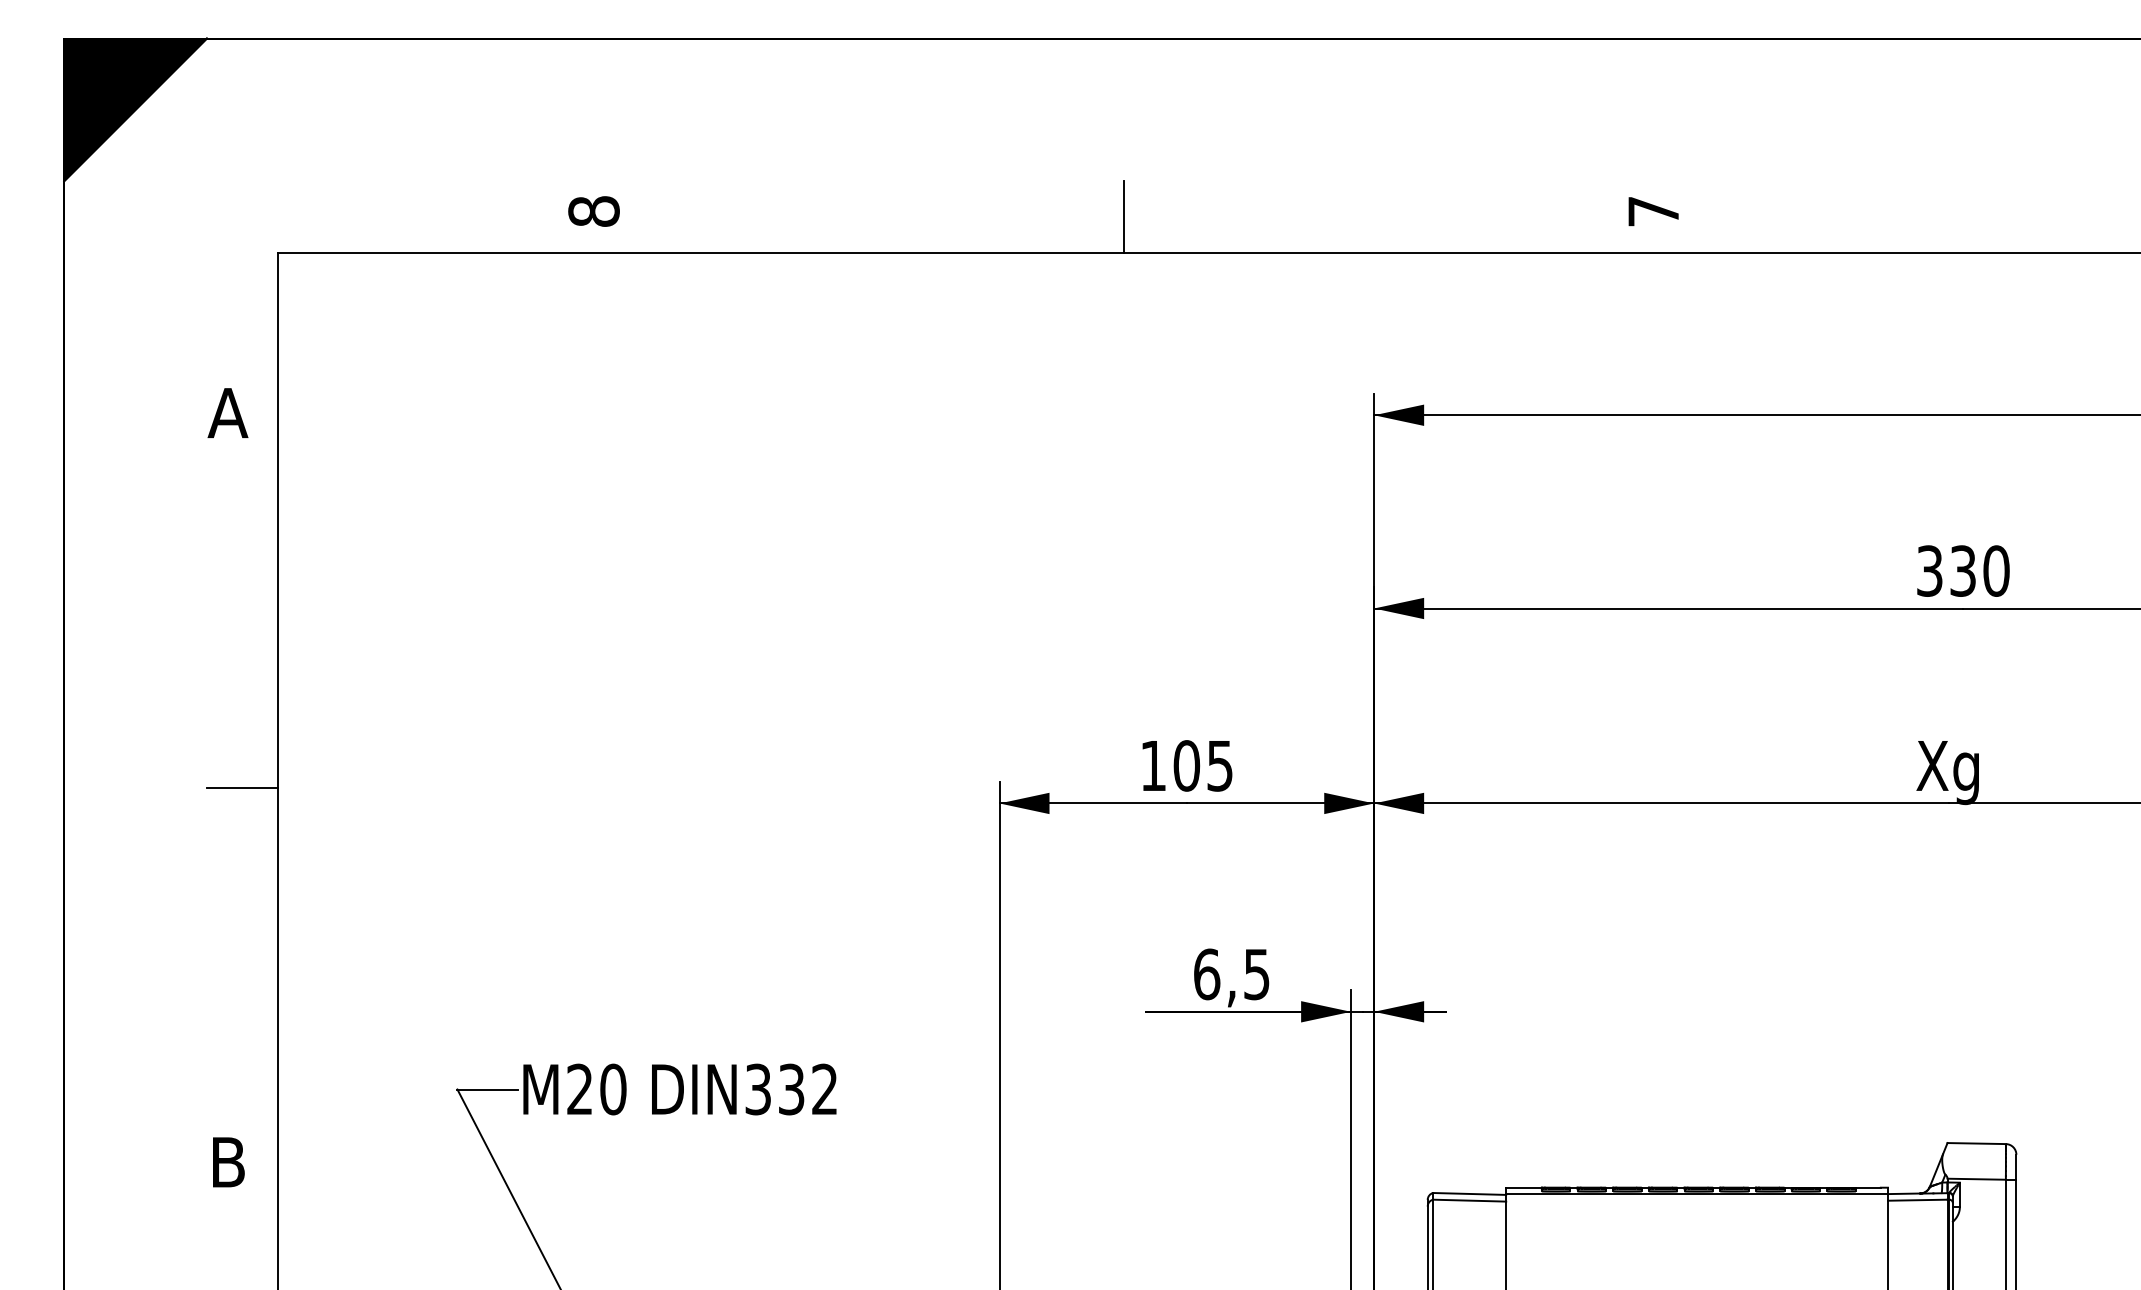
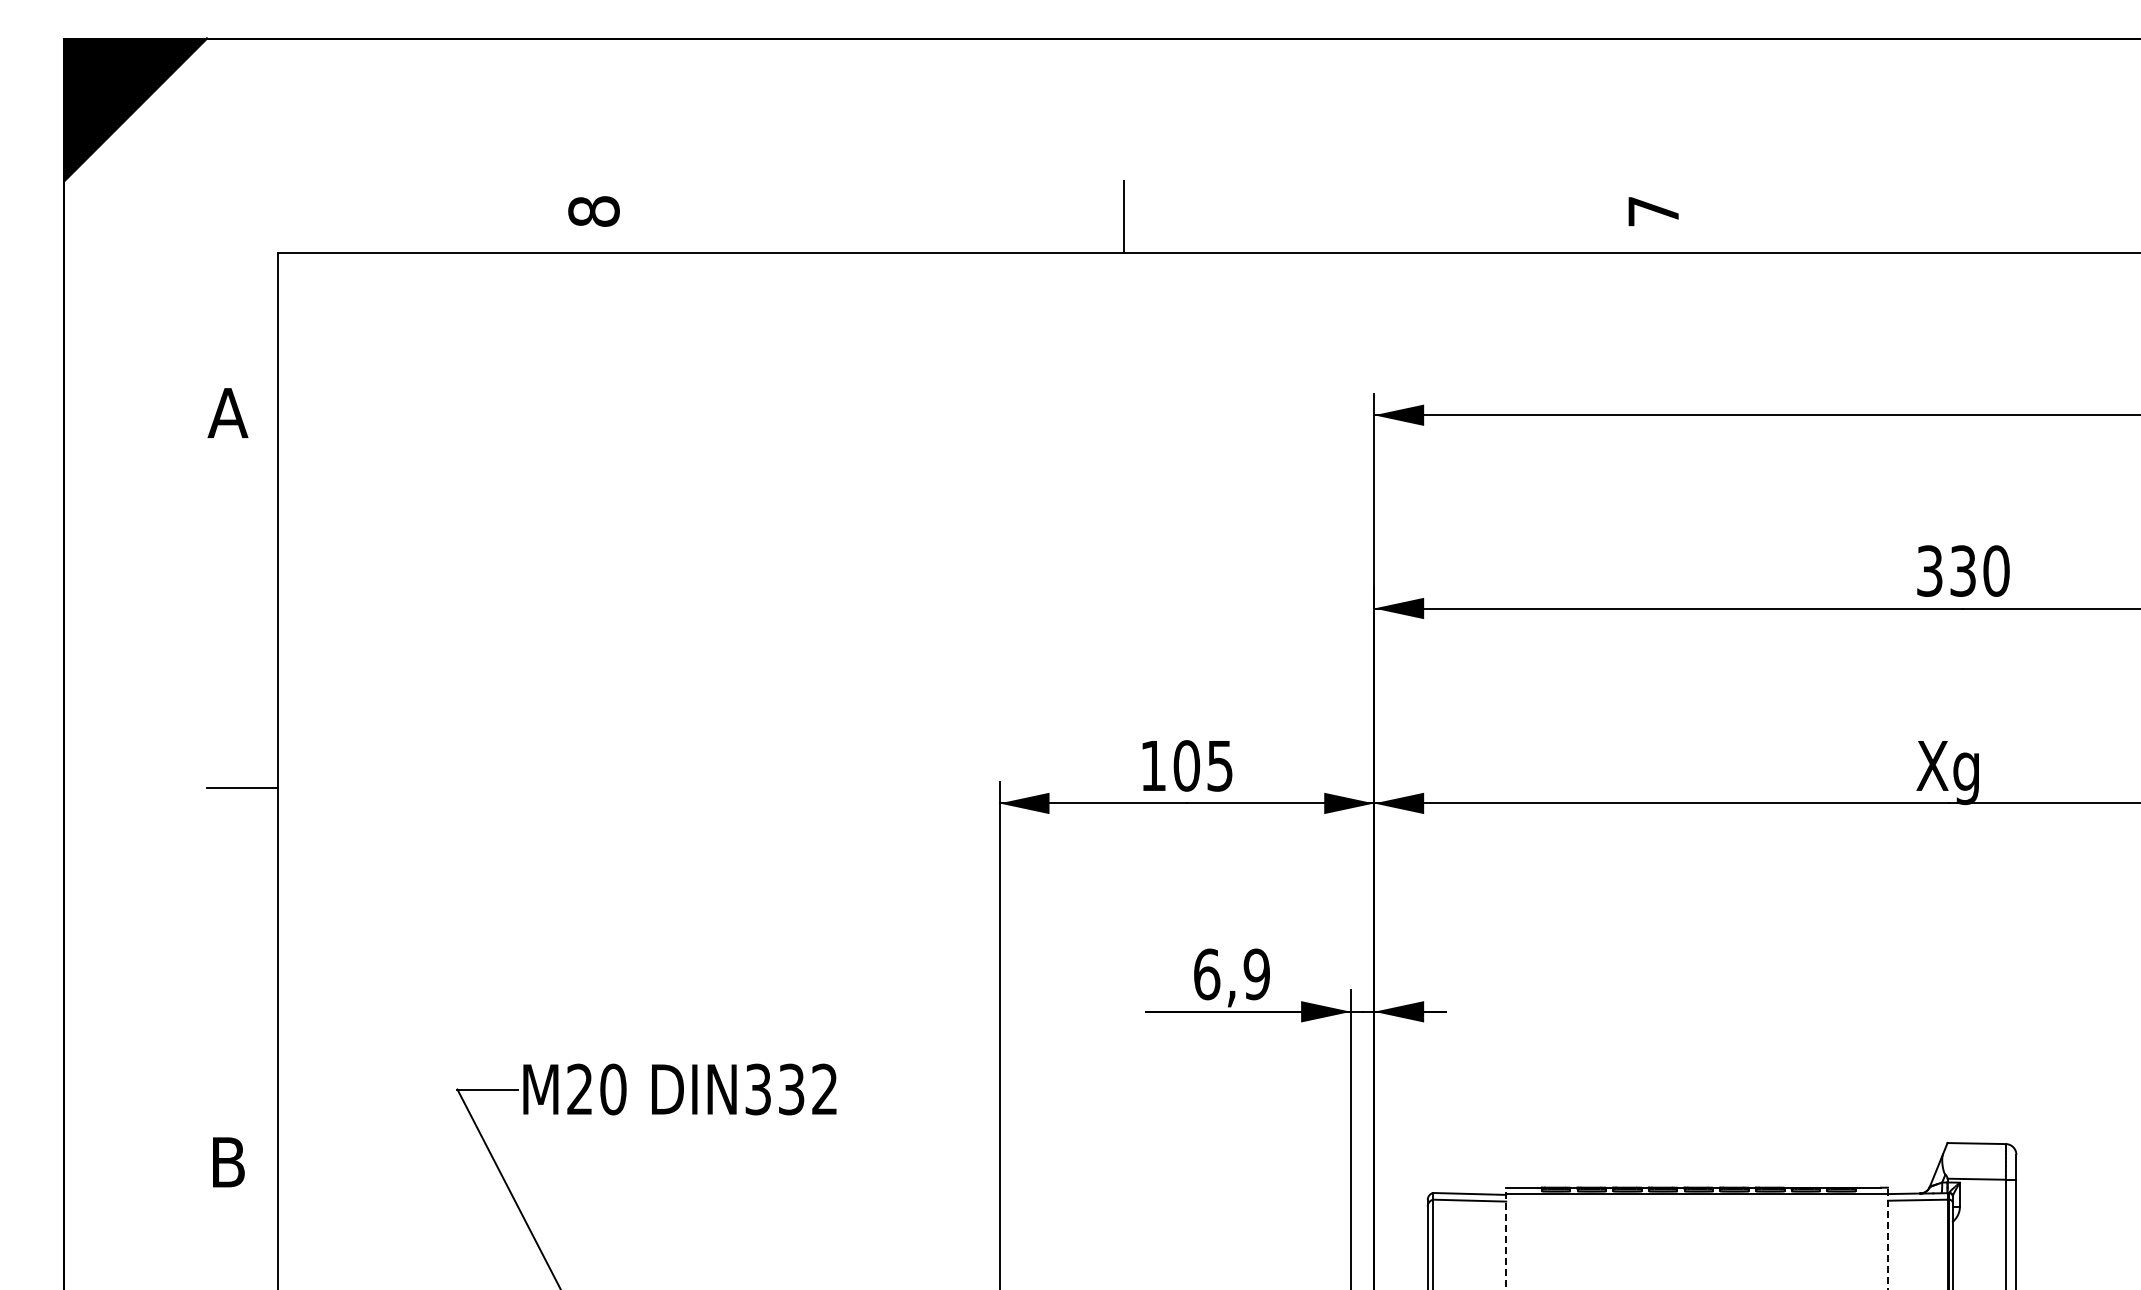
text at (1256, 974): 6,5 -> 6,9
line at (1506, 1238): solid -> dashed
line at (1887, 1238): solid -> dashed
